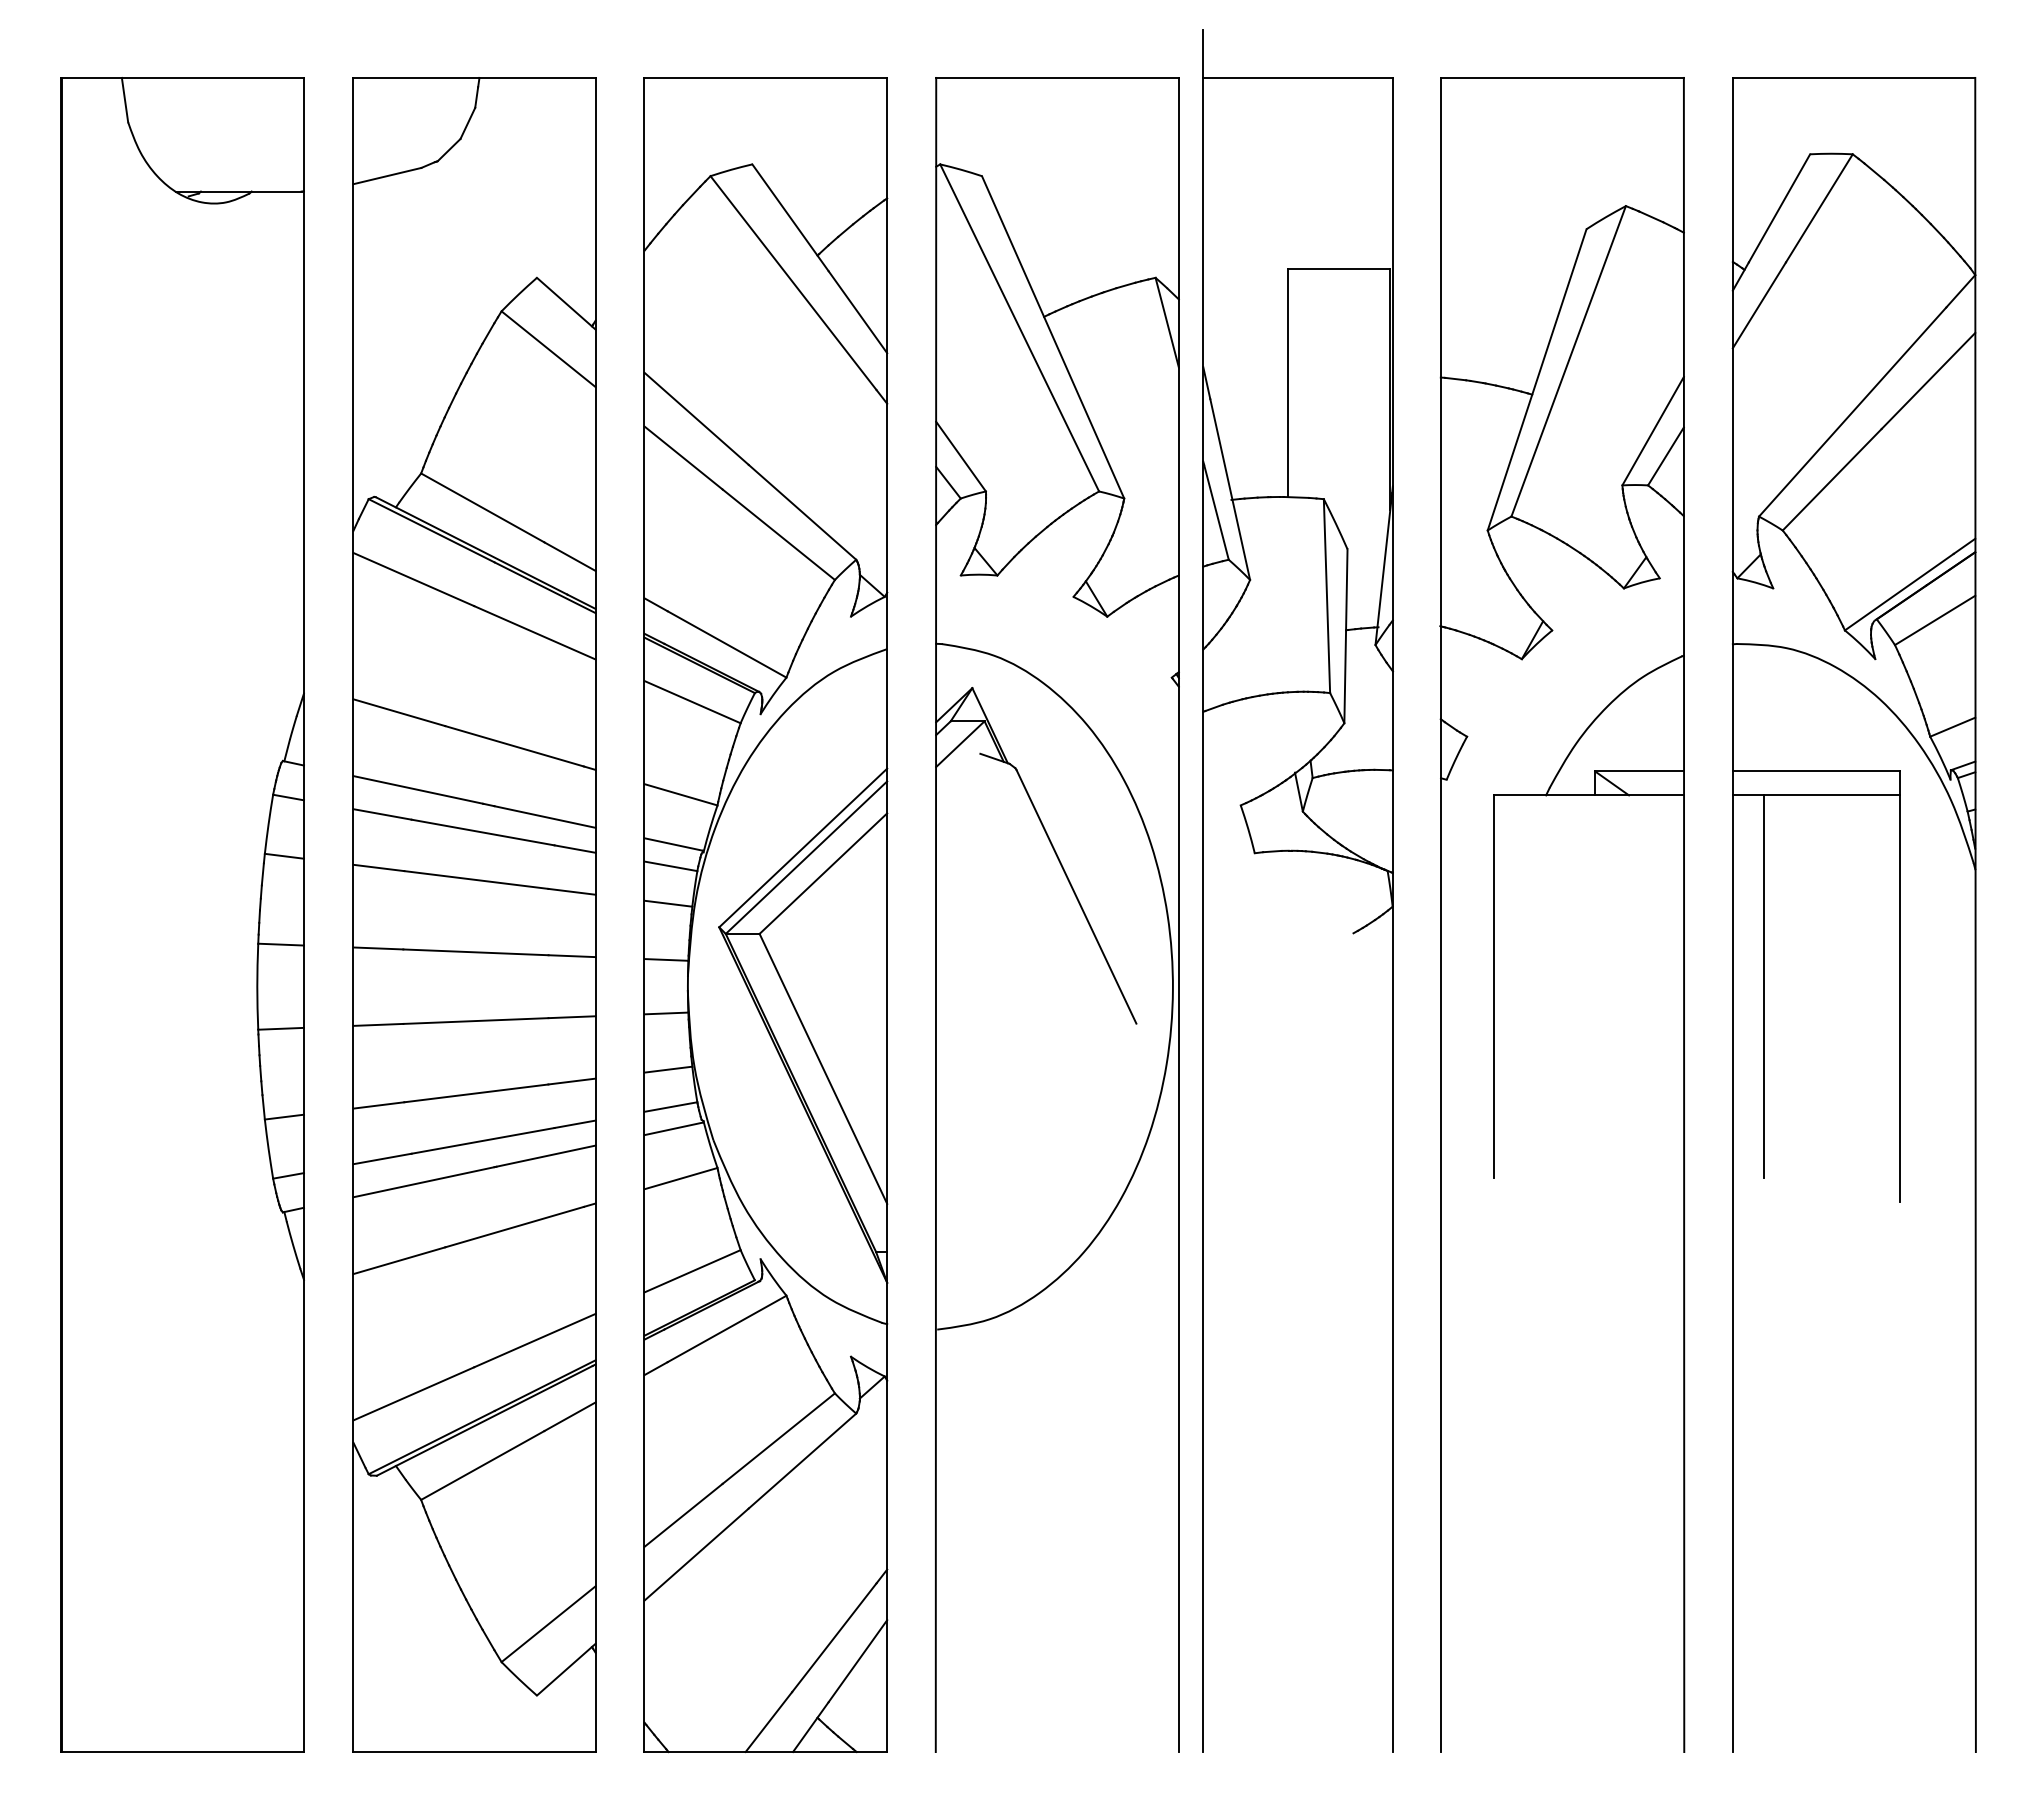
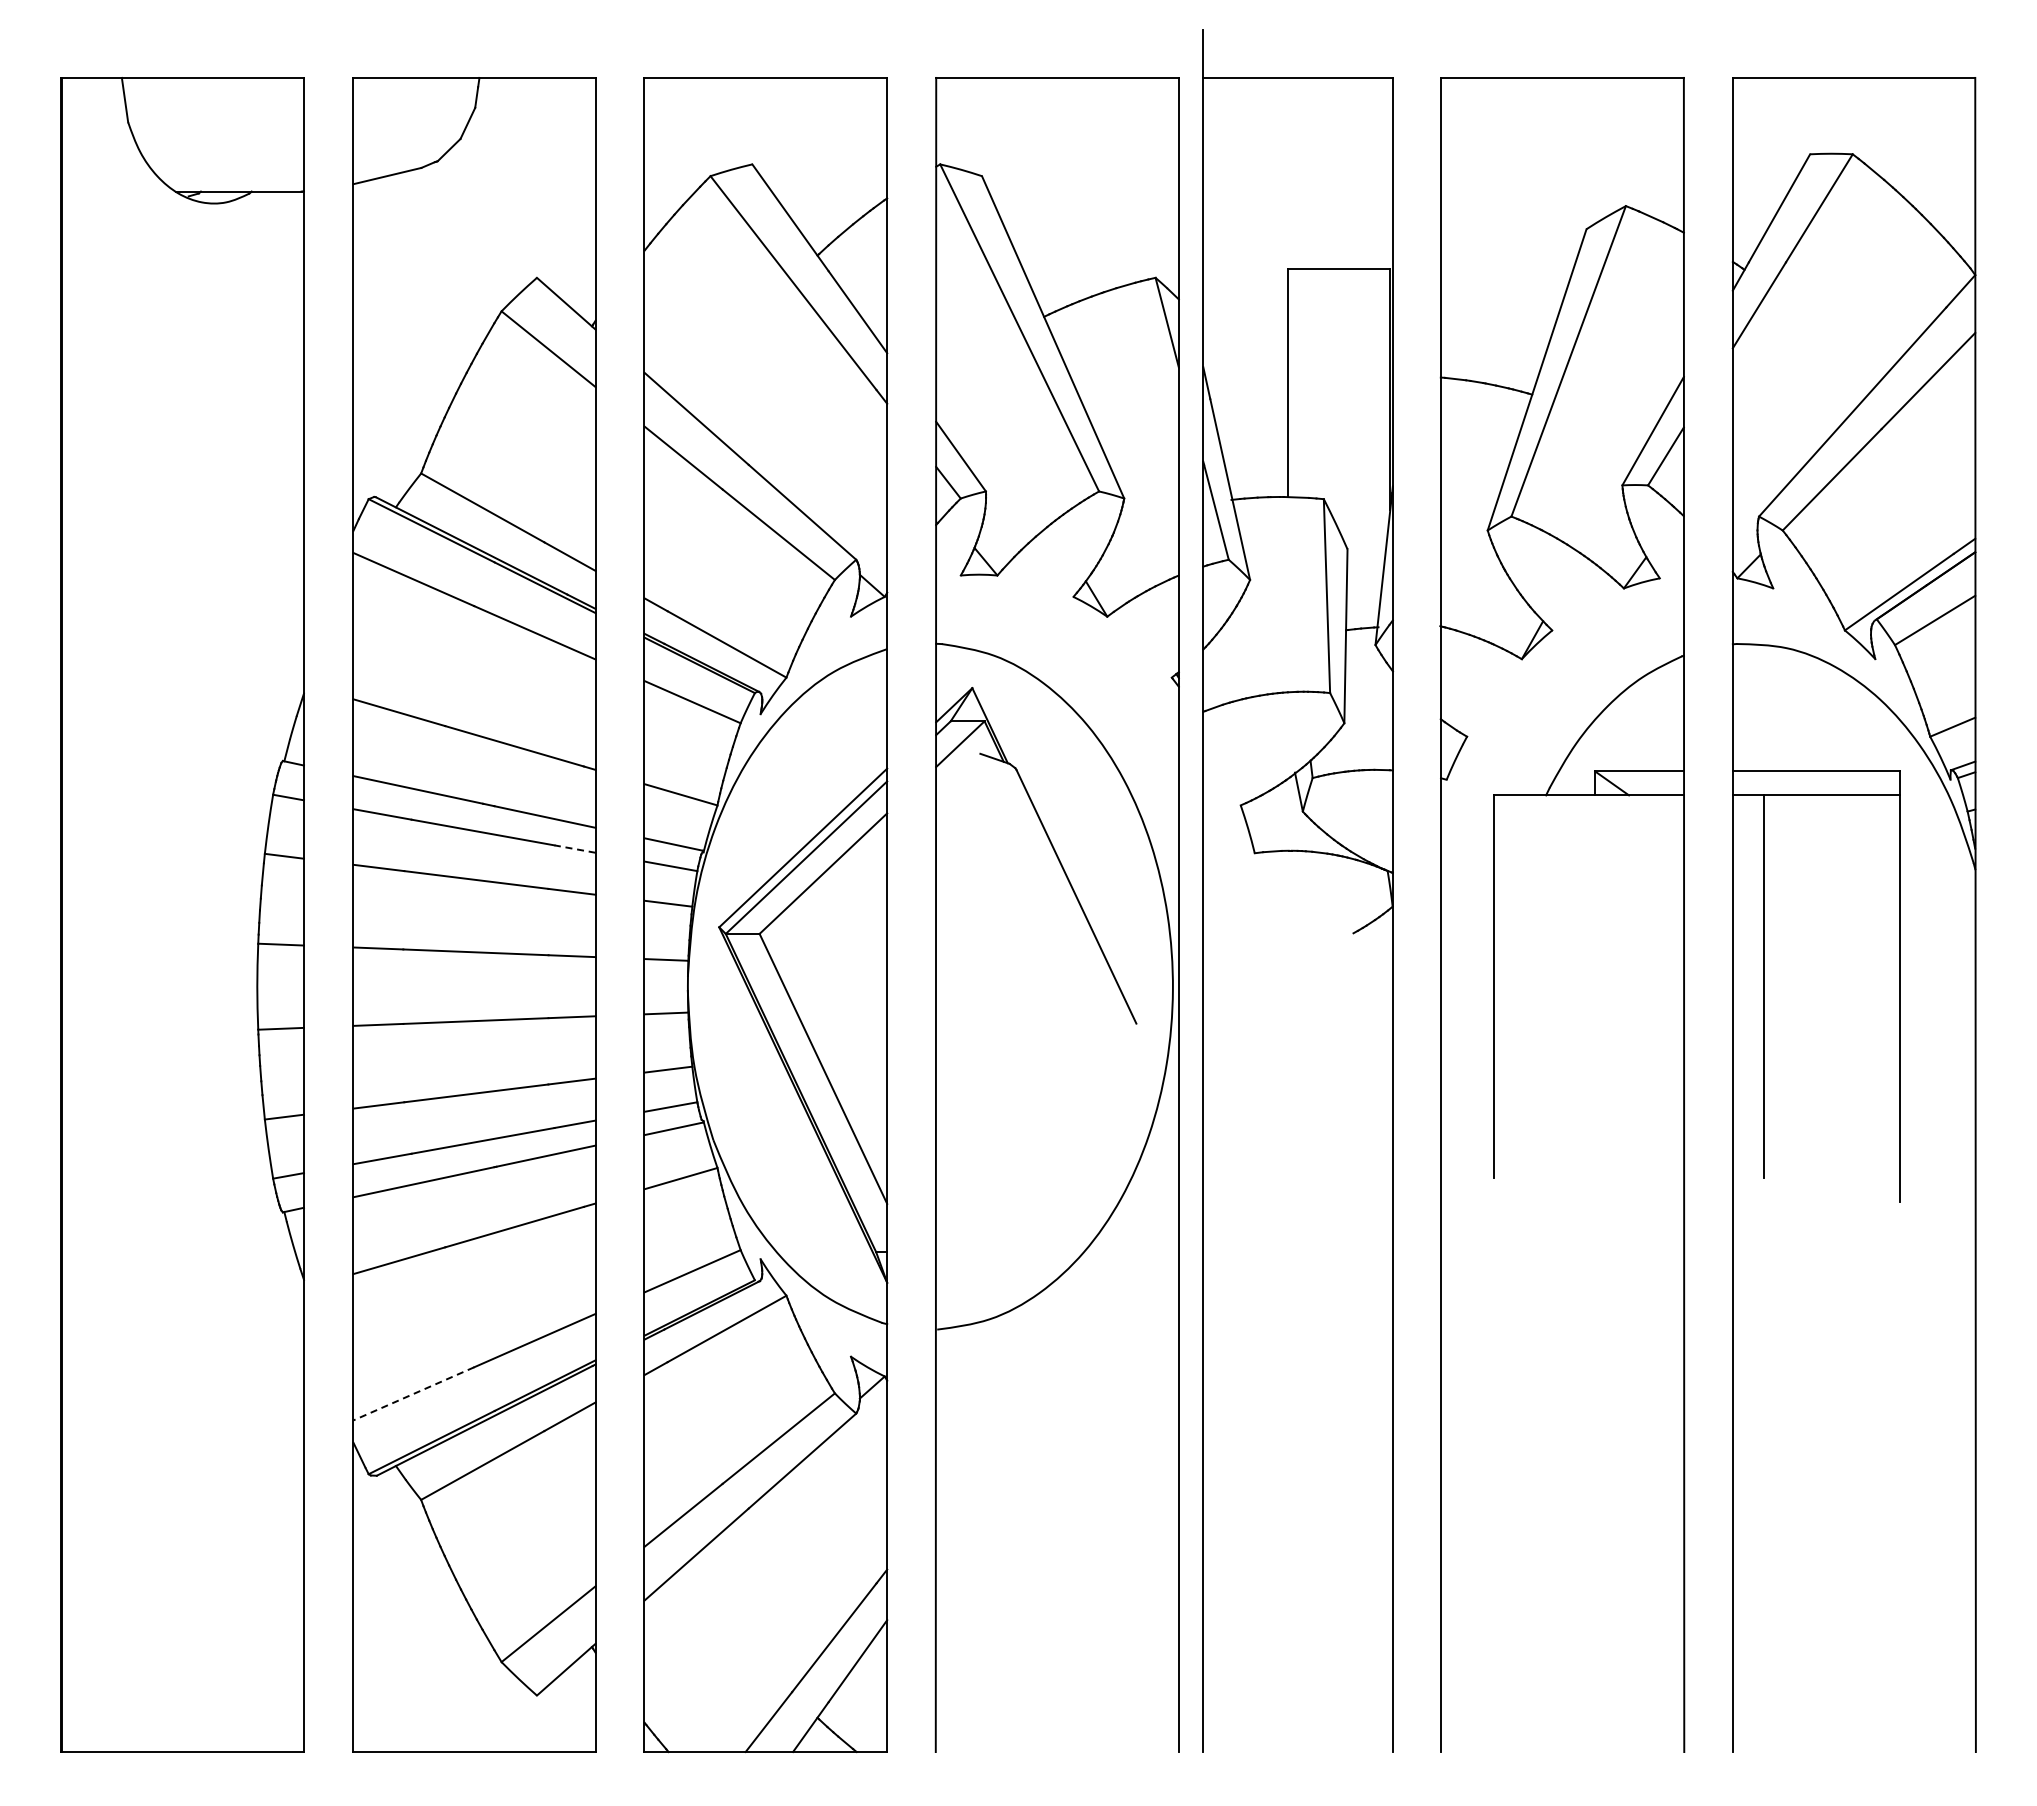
line at (575, 849): solid -> dashed
line at (413, 1393): solid -> dashed
